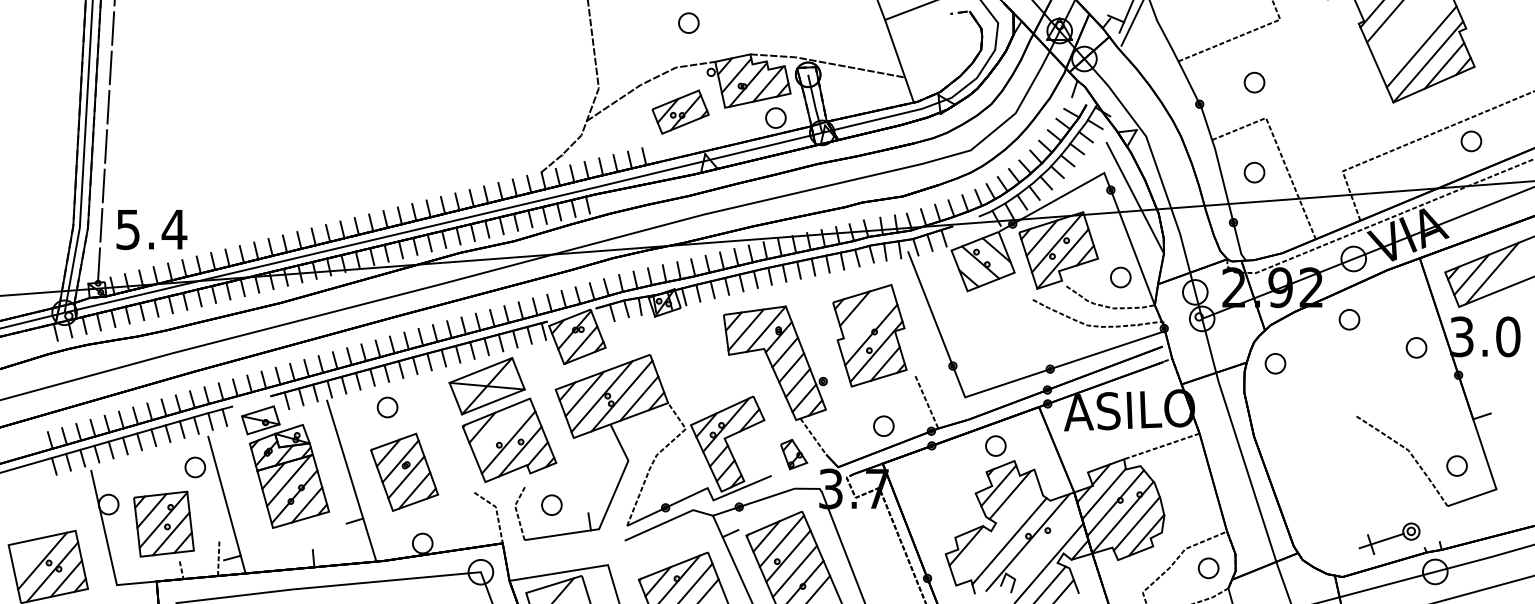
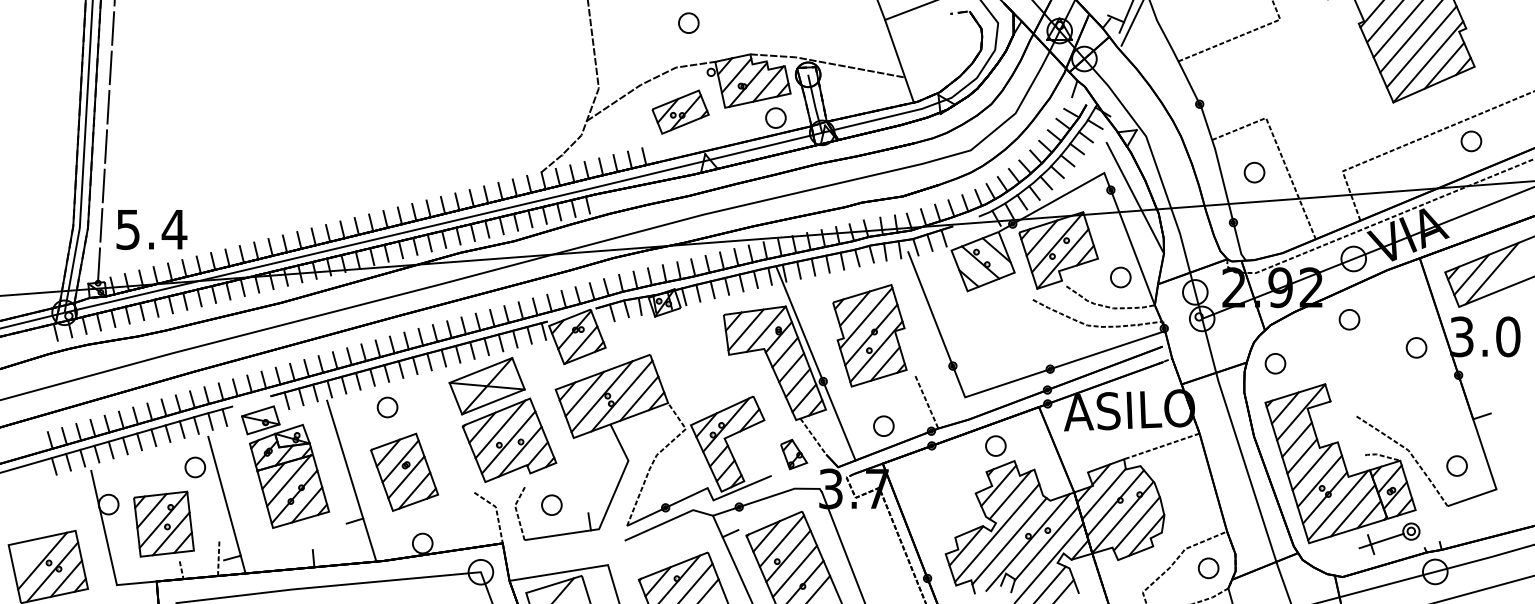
line at (1397, 29): none -> present
line at (1410, 37): none -> present
part at (1254, 82): present -> none
line at (866, 317): none -> present
line at (815, 363): none -> present
line at (500, 429): none -> present
part at (1340, 463): none -> present
line at (997, 533): none -> present
line at (1046, 543): none -> present
